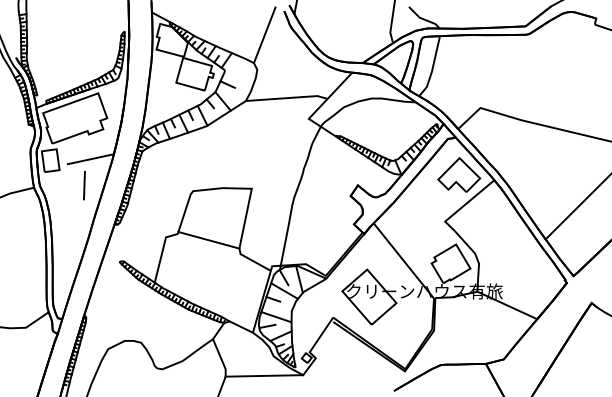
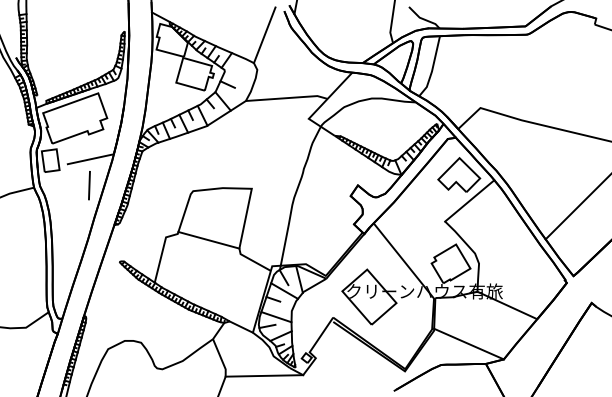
line at (84, 185) position: (84, 185) -> (89, 185)
line at (468, 343): none -> present
